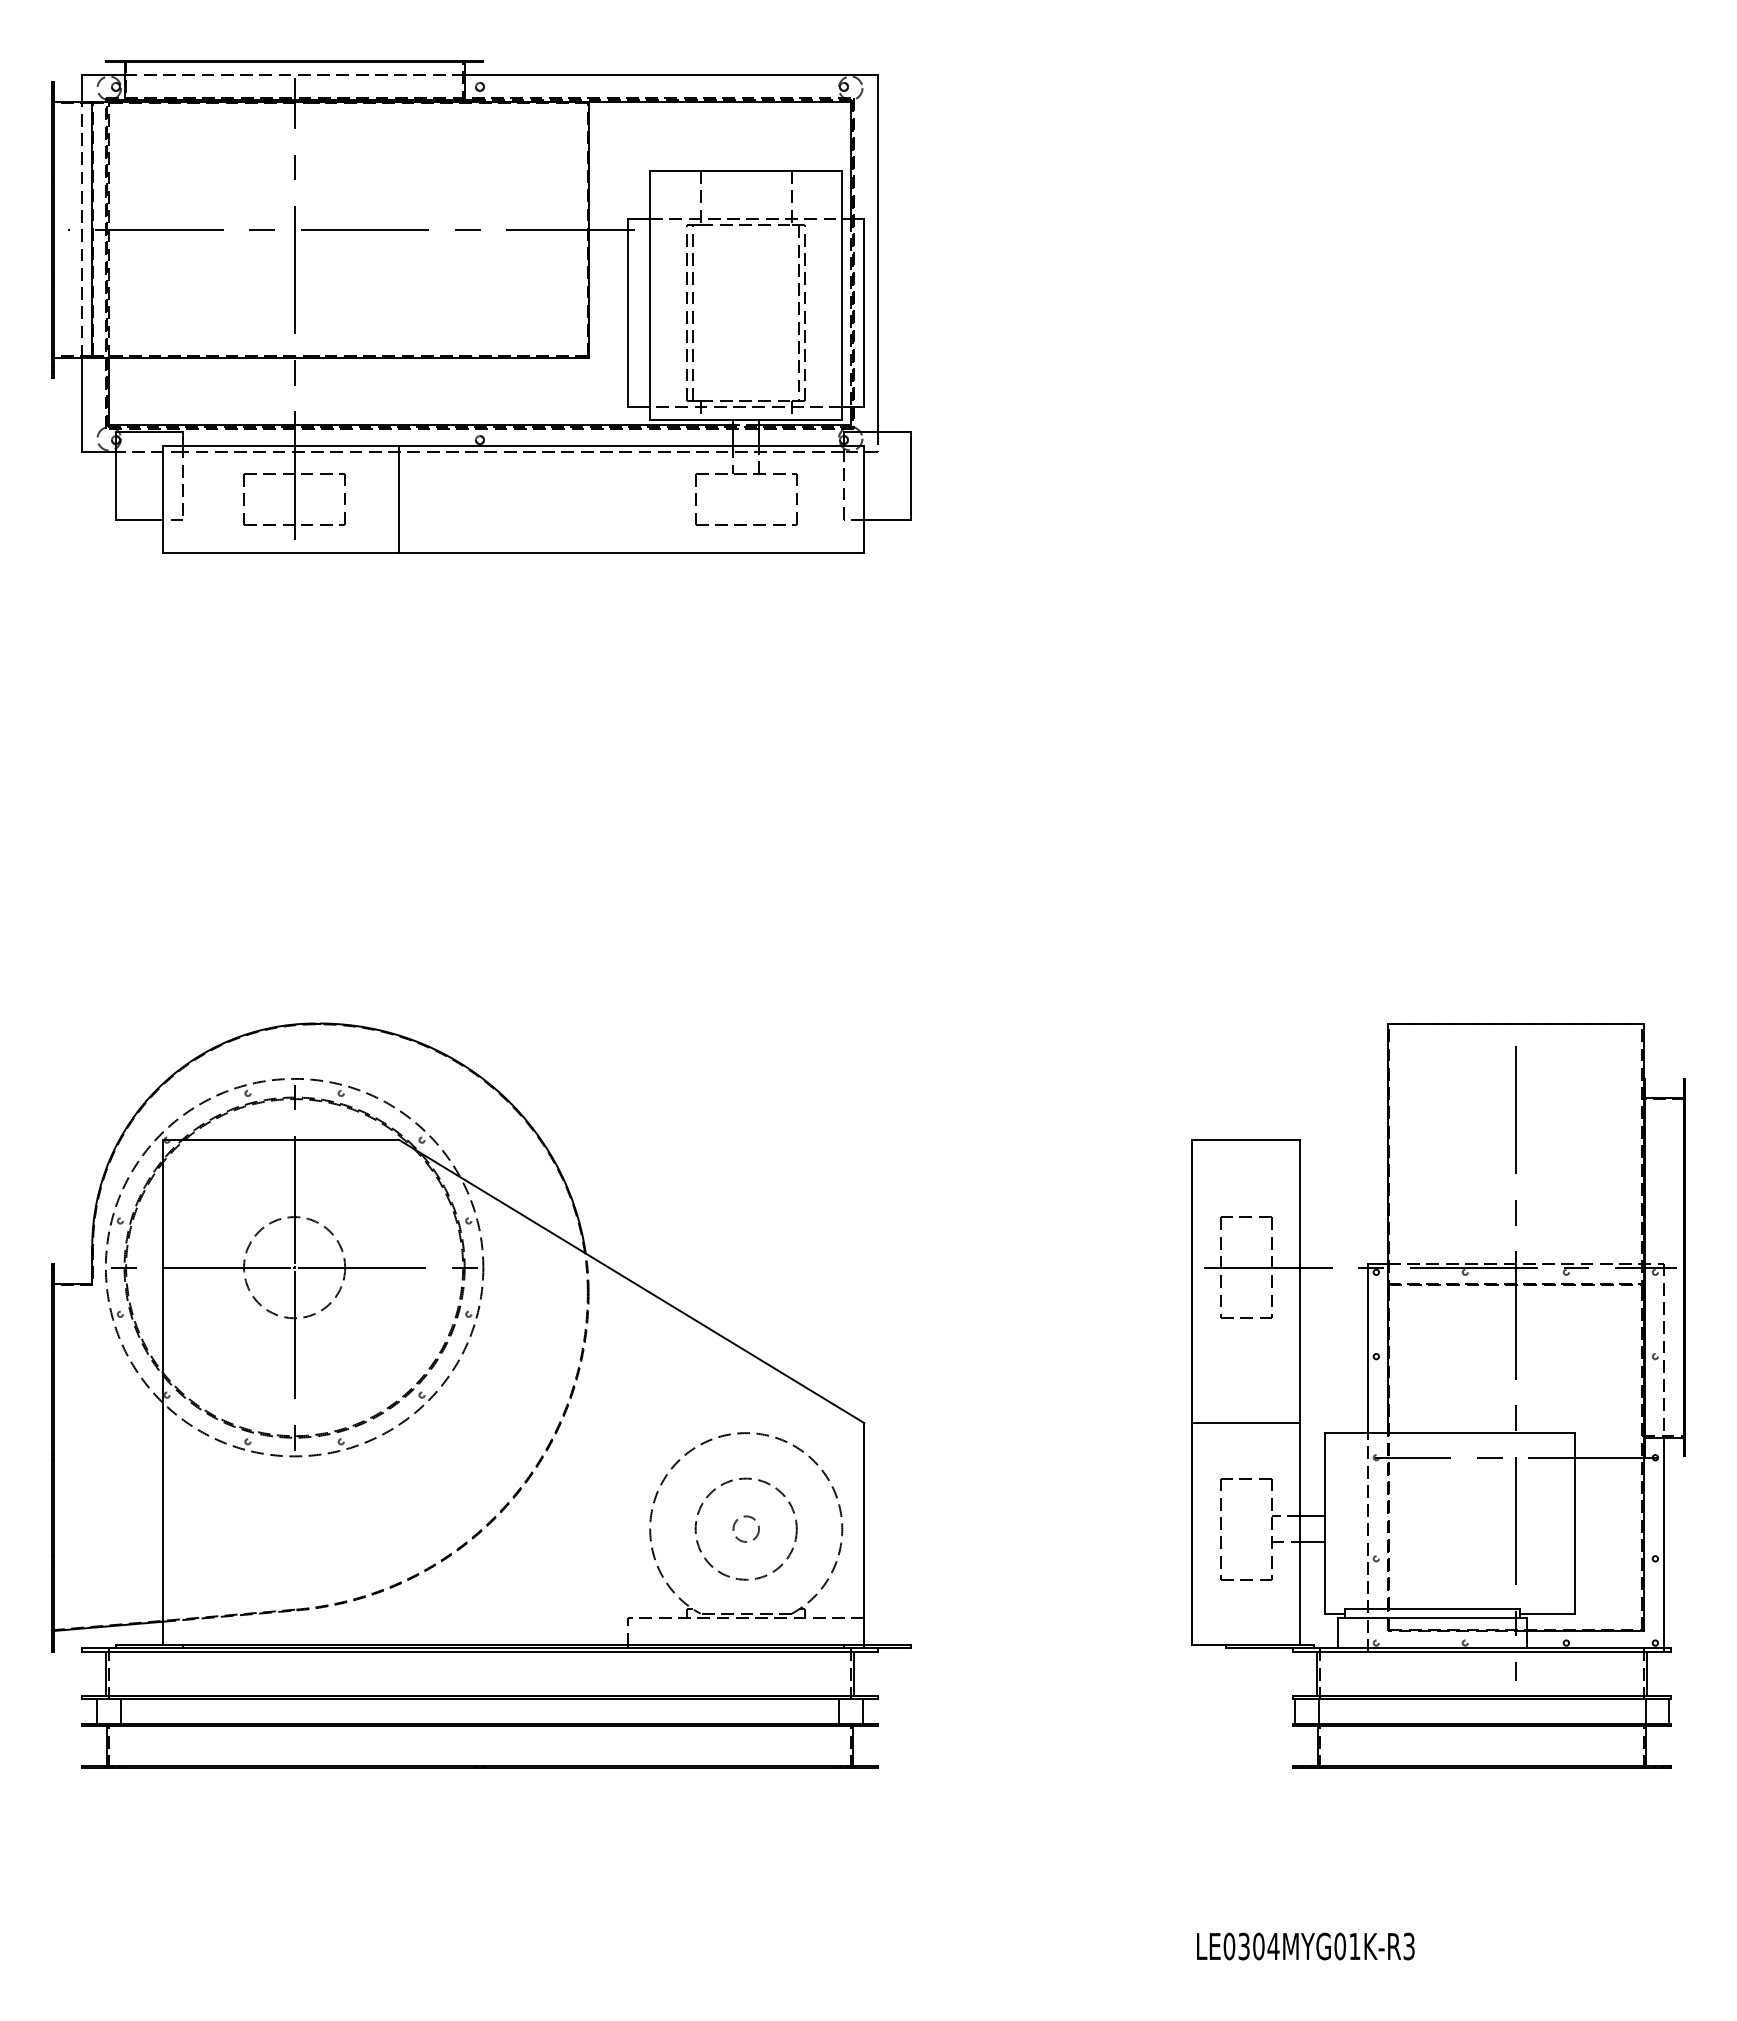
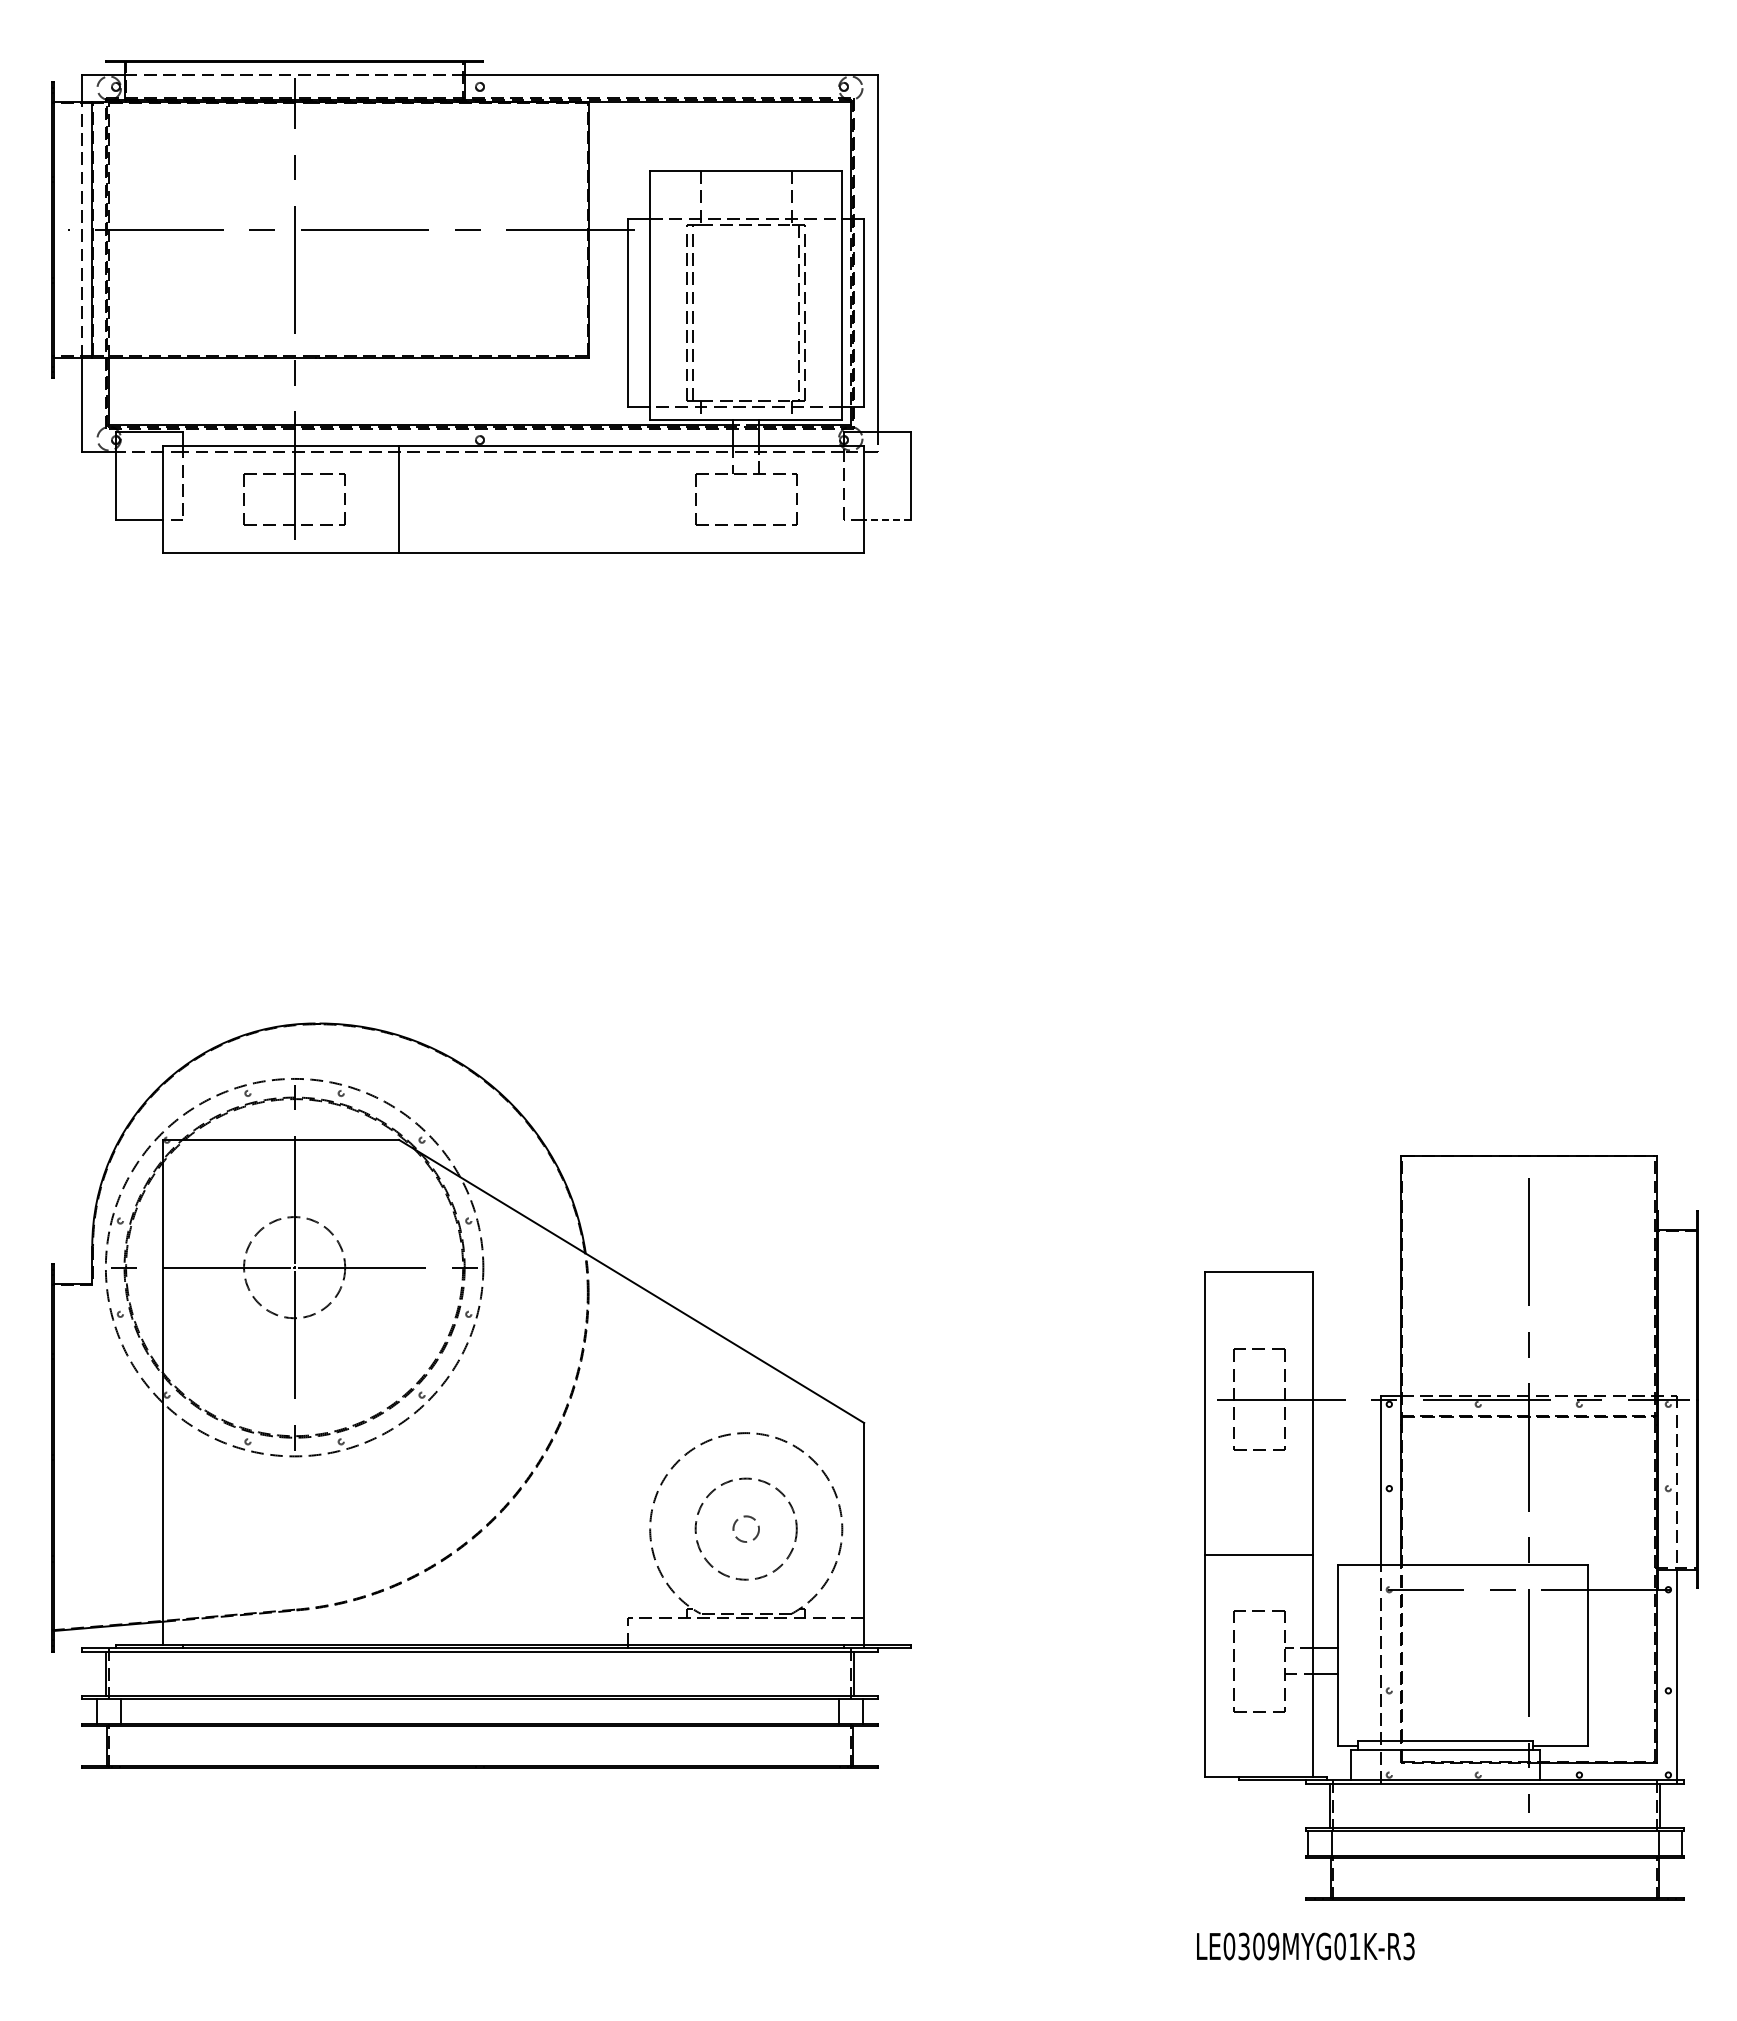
line at (887, 519): solid -> dashed
part at (1438, 1395) position: (1438, 1395) -> (1451, 1527)
text at (1273, 1946): LE0304MYG01K-R3 -> LE0309MYG01K-R3
